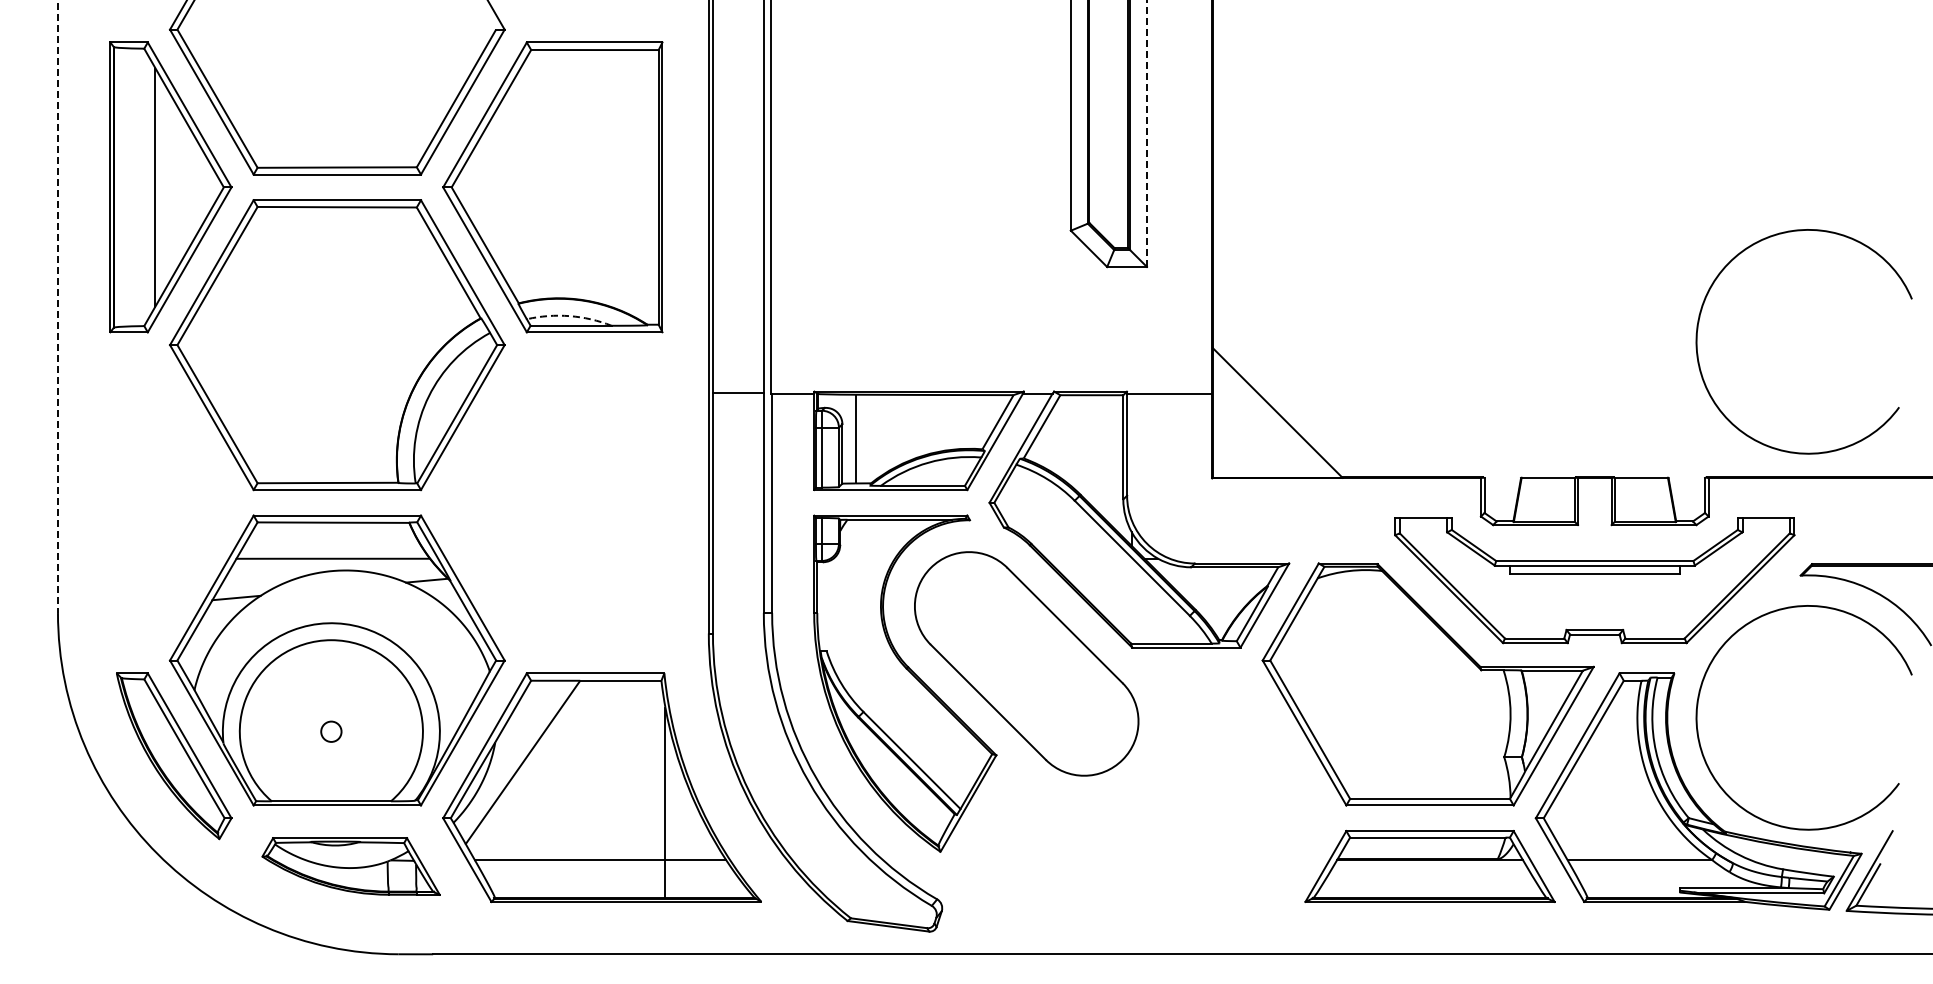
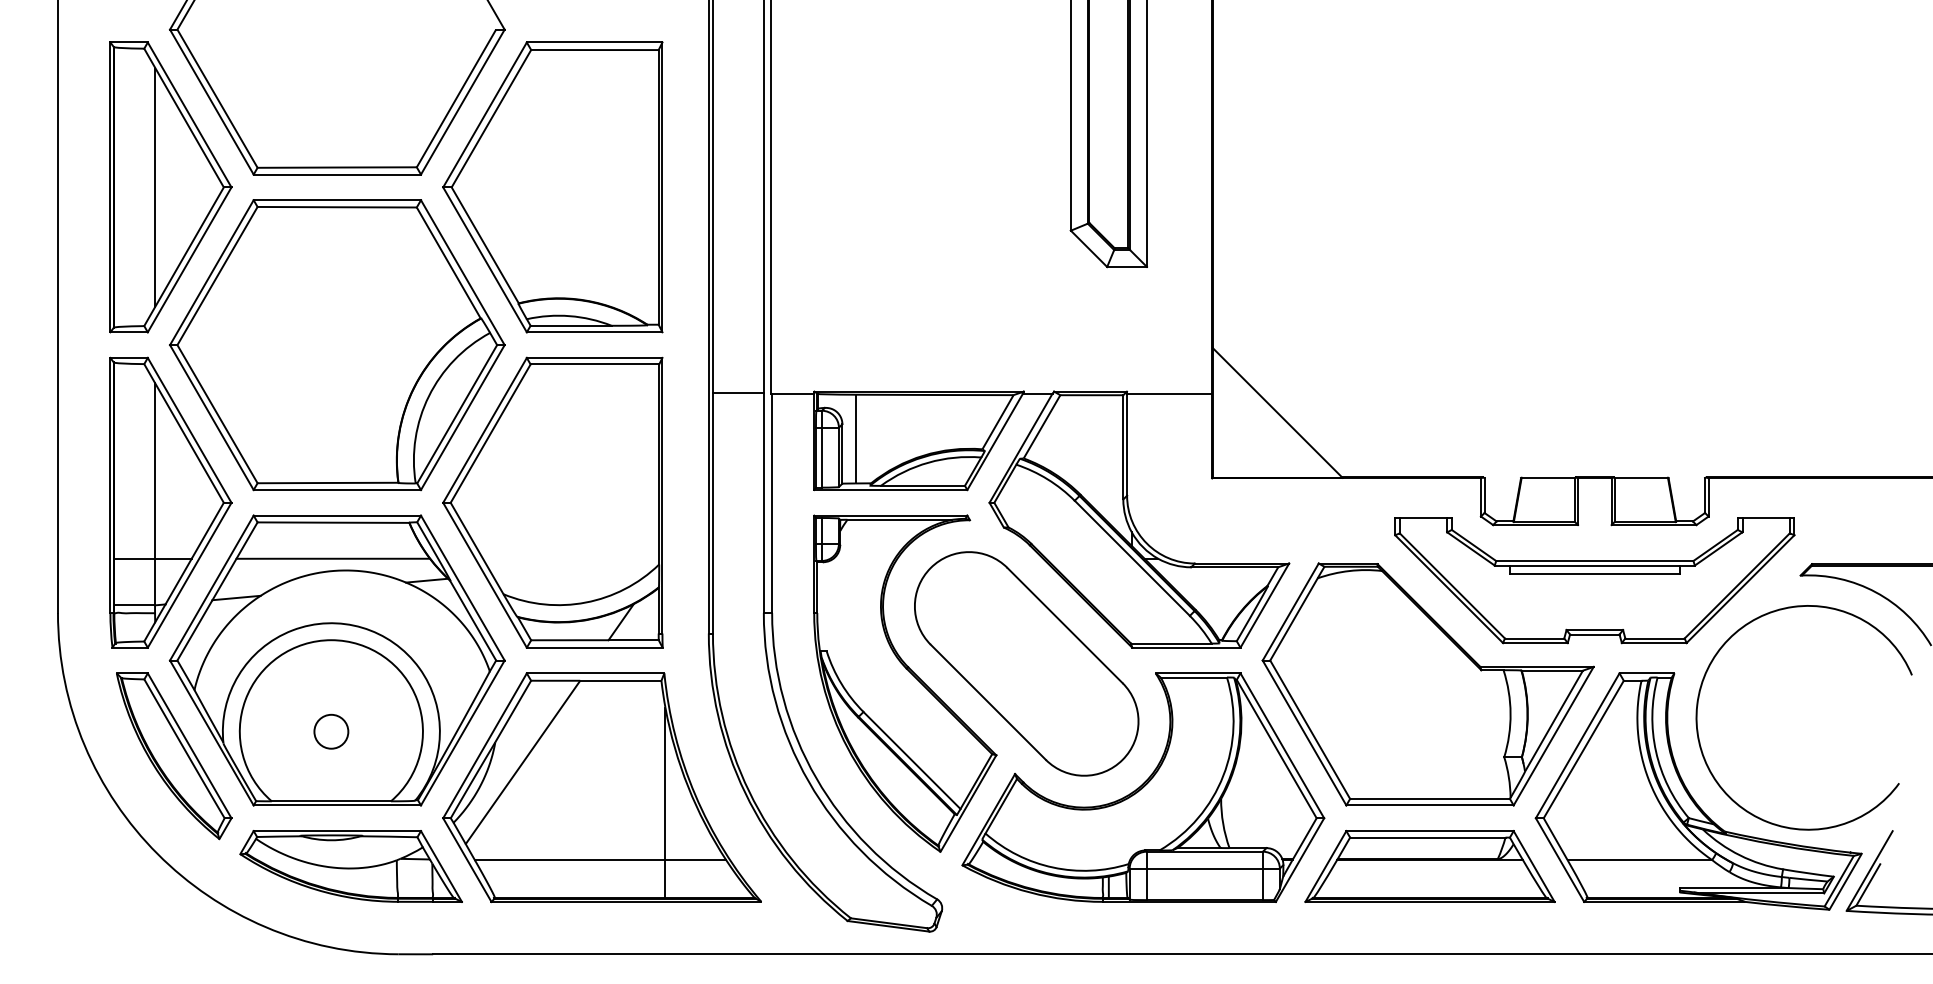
line at (1147, 133): dashed -> solid
line at (57, 307): dashed -> solid
arc at (569, 316): dashed -> solid
arc at (1698, 329): present -> none
part at (170, 502): none -> present
part at (552, 502): none -> present
circle at (331, 731) diameter: 20 px -> 34 px
part at (1143, 787): none -> present
part at (350, 866) size: 180x59 px -> 224x73 px
